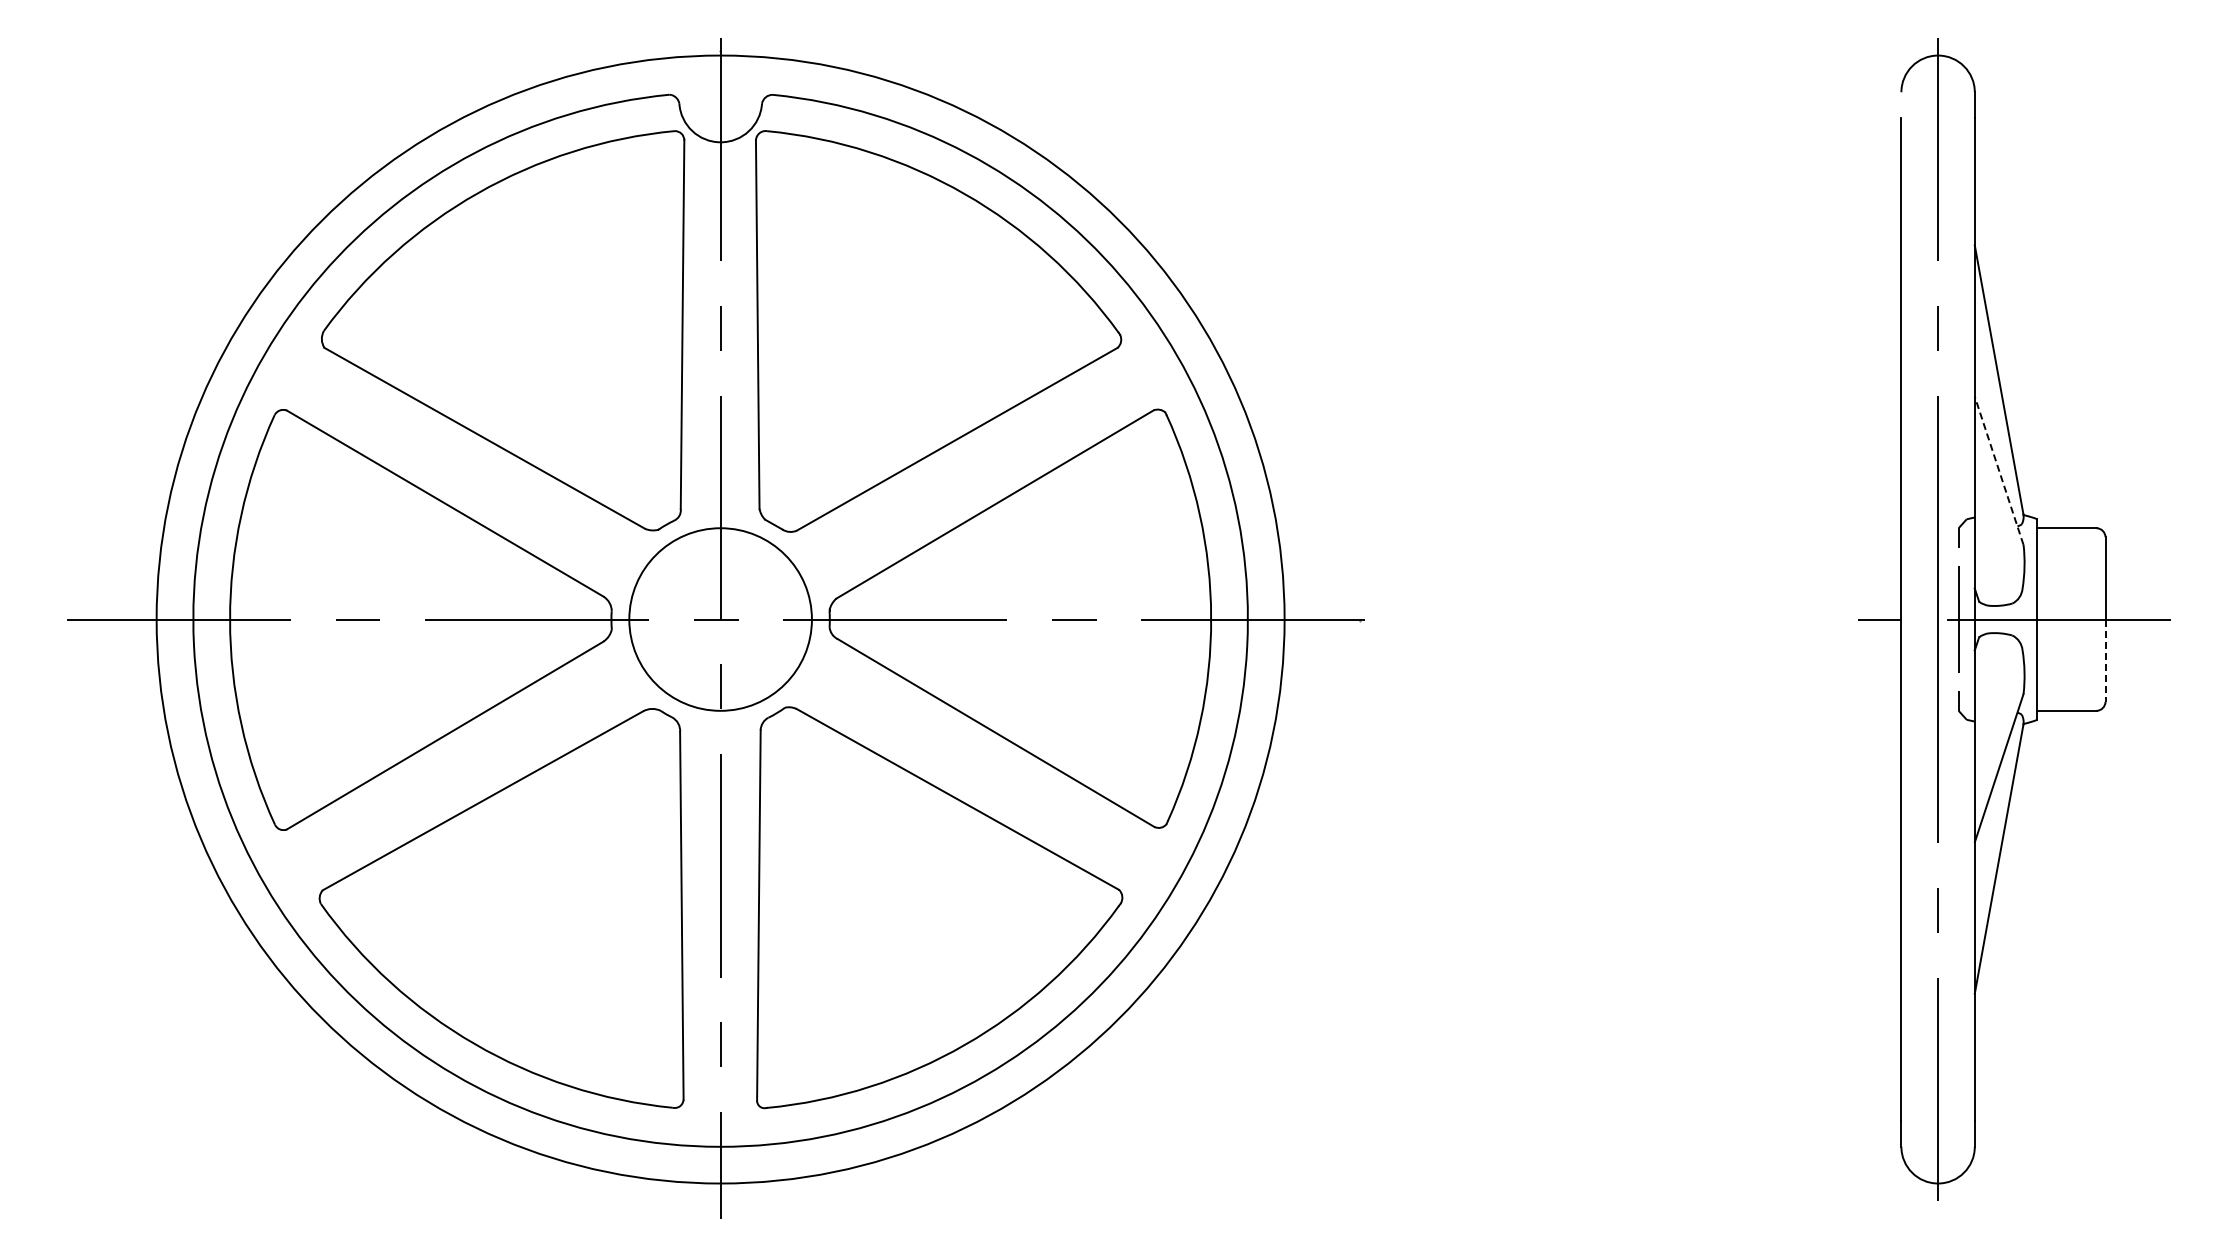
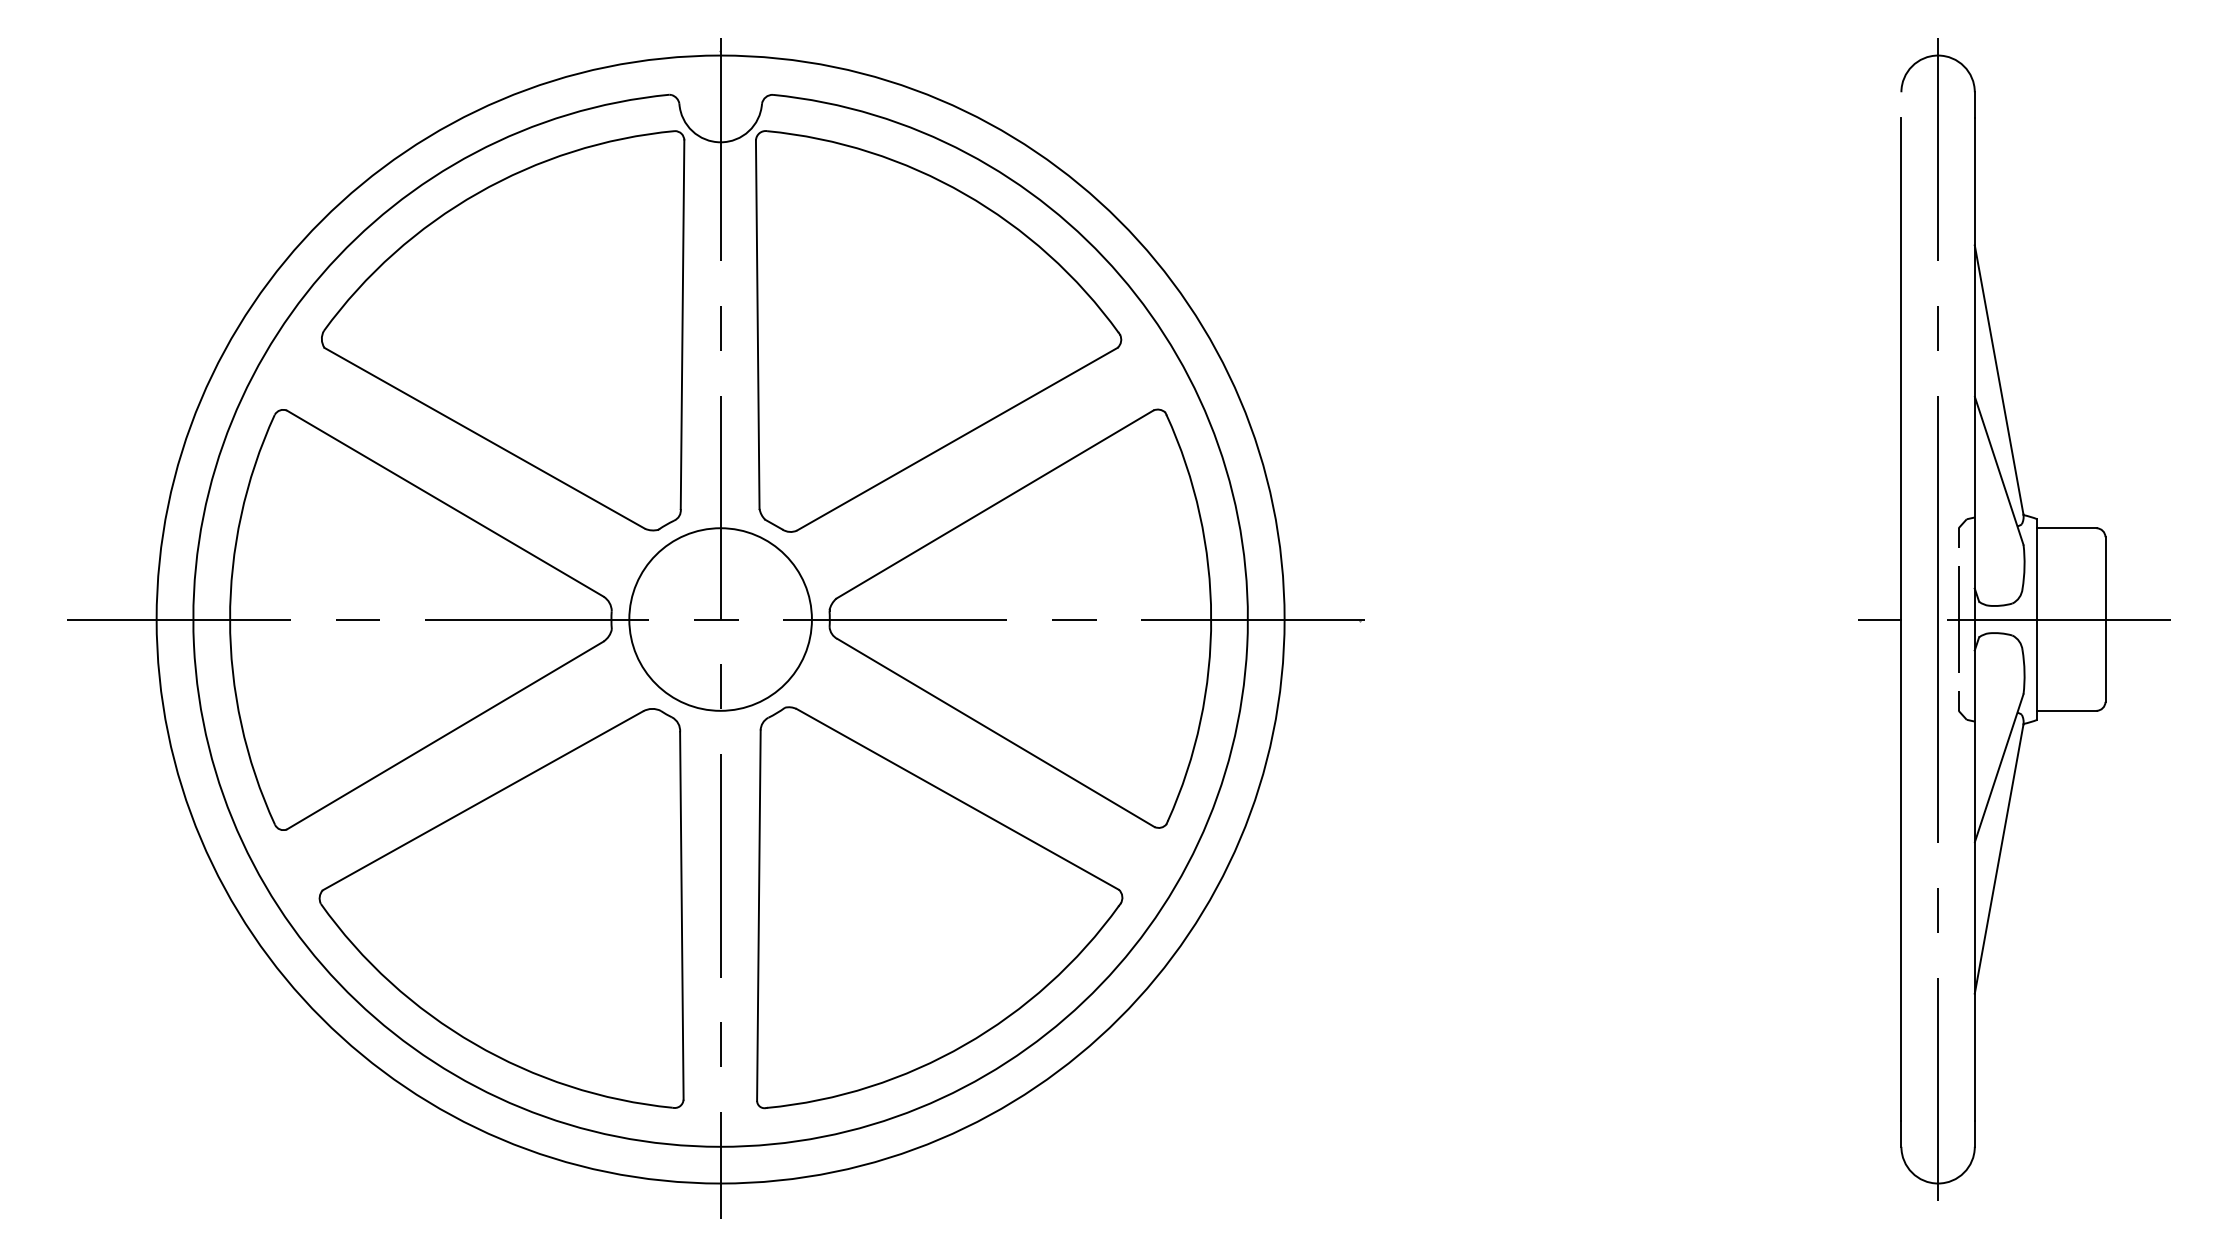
line at (1999, 470): dashed -> solid
line at (2105, 661): dashed -> solid
